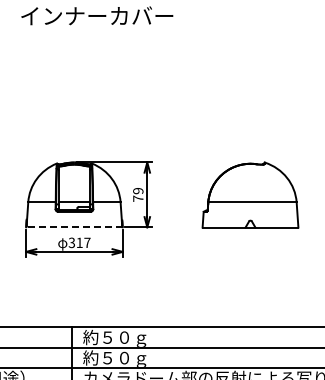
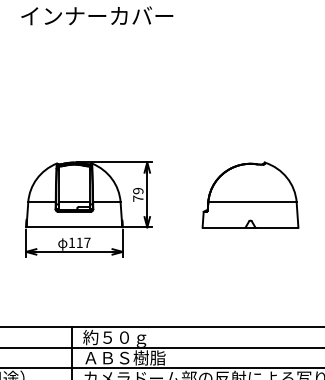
line at (73, 227): dashed -> solid
text at (71, 242): 317 -> 117
text at (124, 358): 約５０ｇ -> ＡＢＳ樹脂
